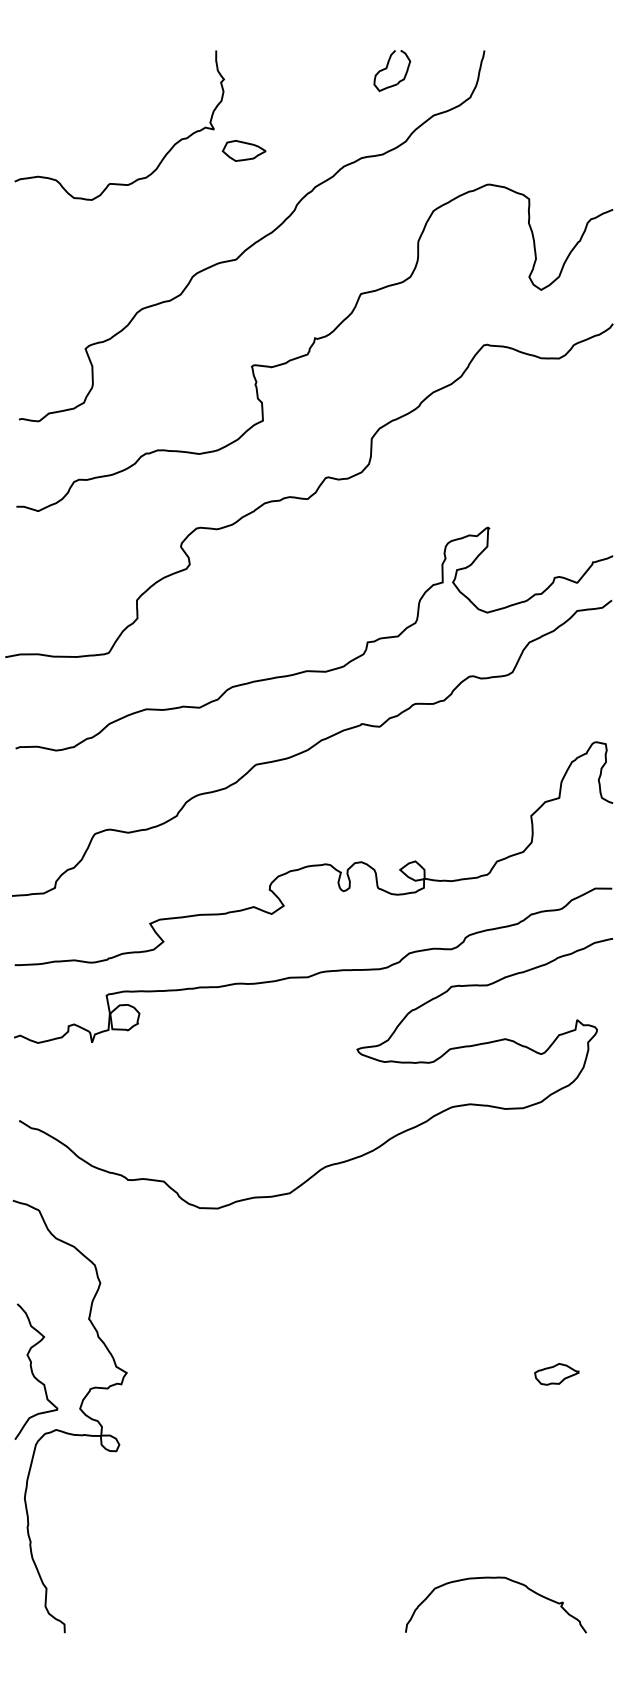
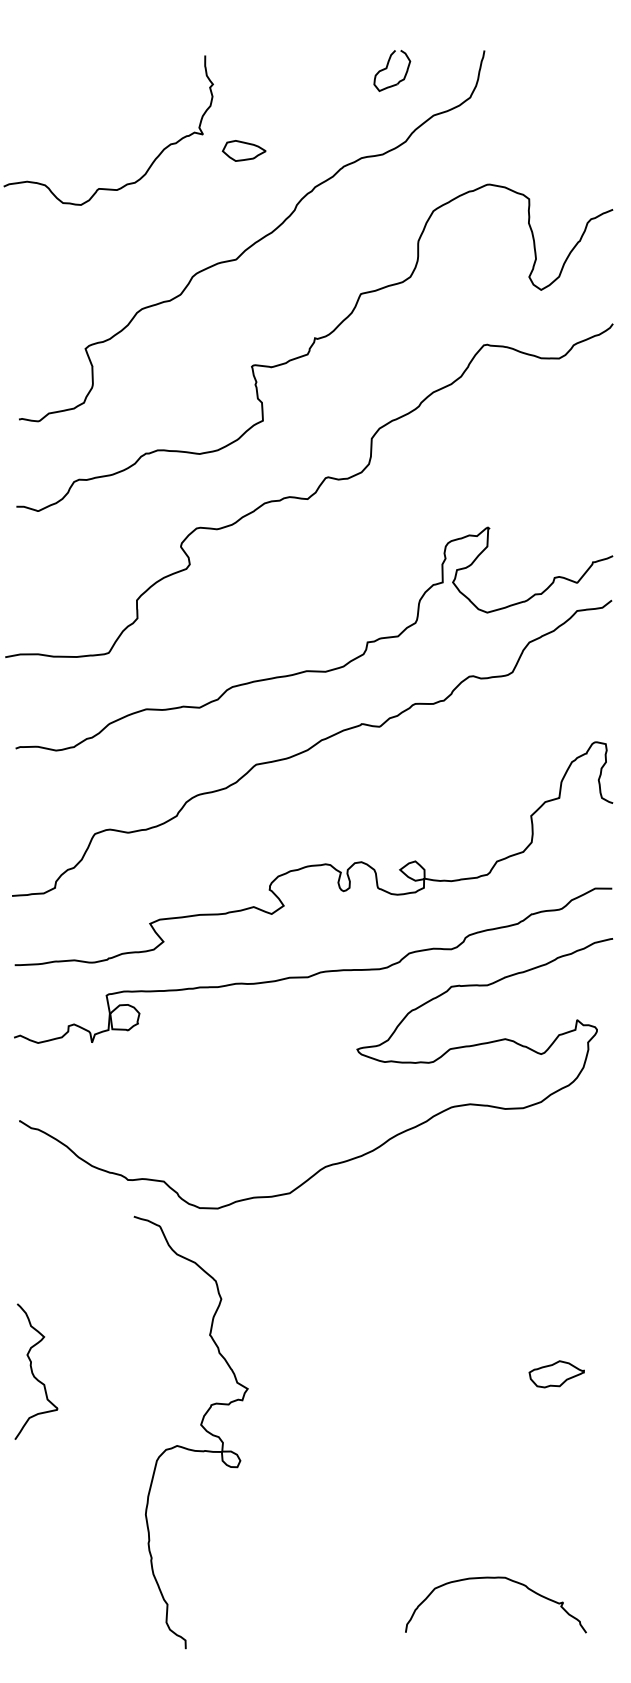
curve at (163, 156) position: (163, 156) -> (152, 161)
part at (556, 1374) size: 46x23 px -> 57x29 px
curve at (79, 1409) position: (79, 1409) -> (200, 1425)
